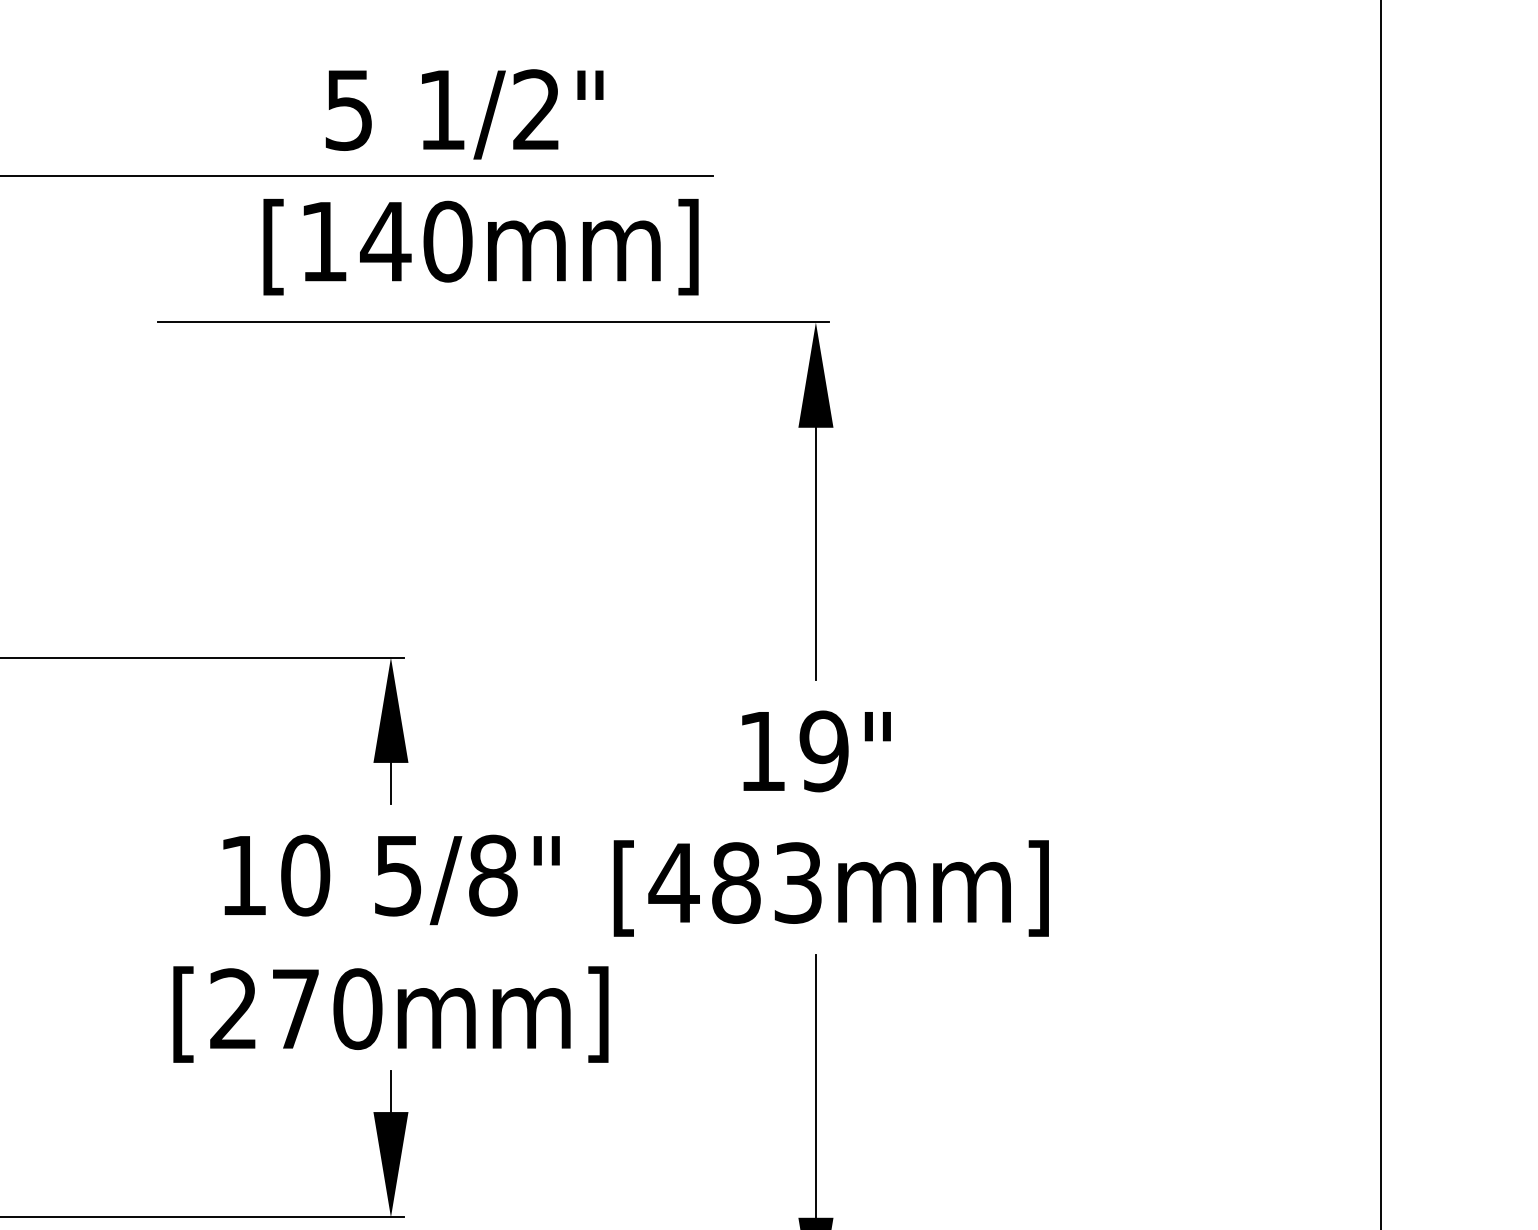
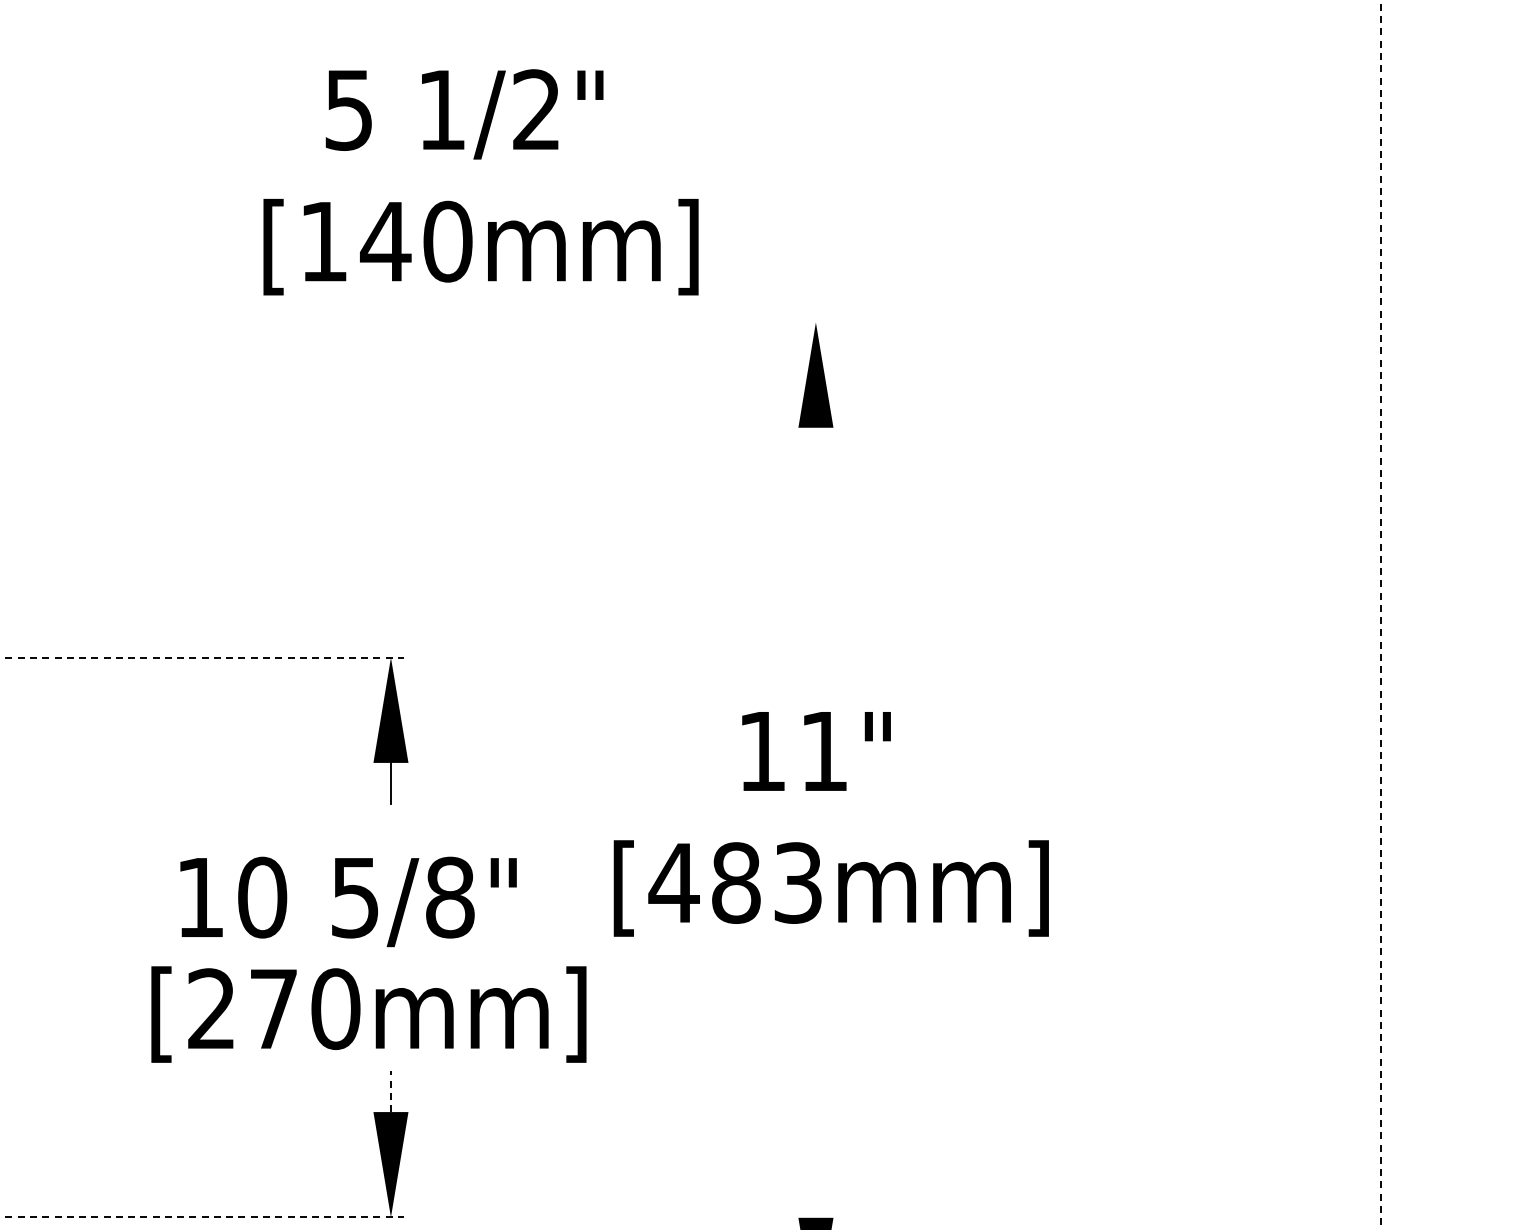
line at (357, 175): present -> none
line at (493, 322): present -> none
line at (815, 553): present -> none
line at (1380, 615): solid -> dashed
line at (202, 657): solid -> dashed
text at (823, 751): 19" -> 11"
text at (391, 879) position: (391, 879) -> (348, 901)
text at (390, 1014) position: (390, 1014) -> (368, 1014)
line at (815, 1085): present -> none
line at (390, 1091): solid -> dashed
line at (202, 1217): solid -> dashed
